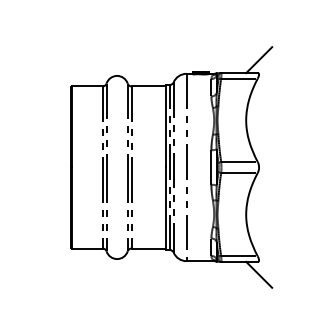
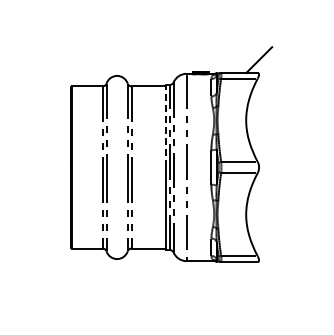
line at (165, 125): solid -> dashed
line at (259, 274): present -> none
